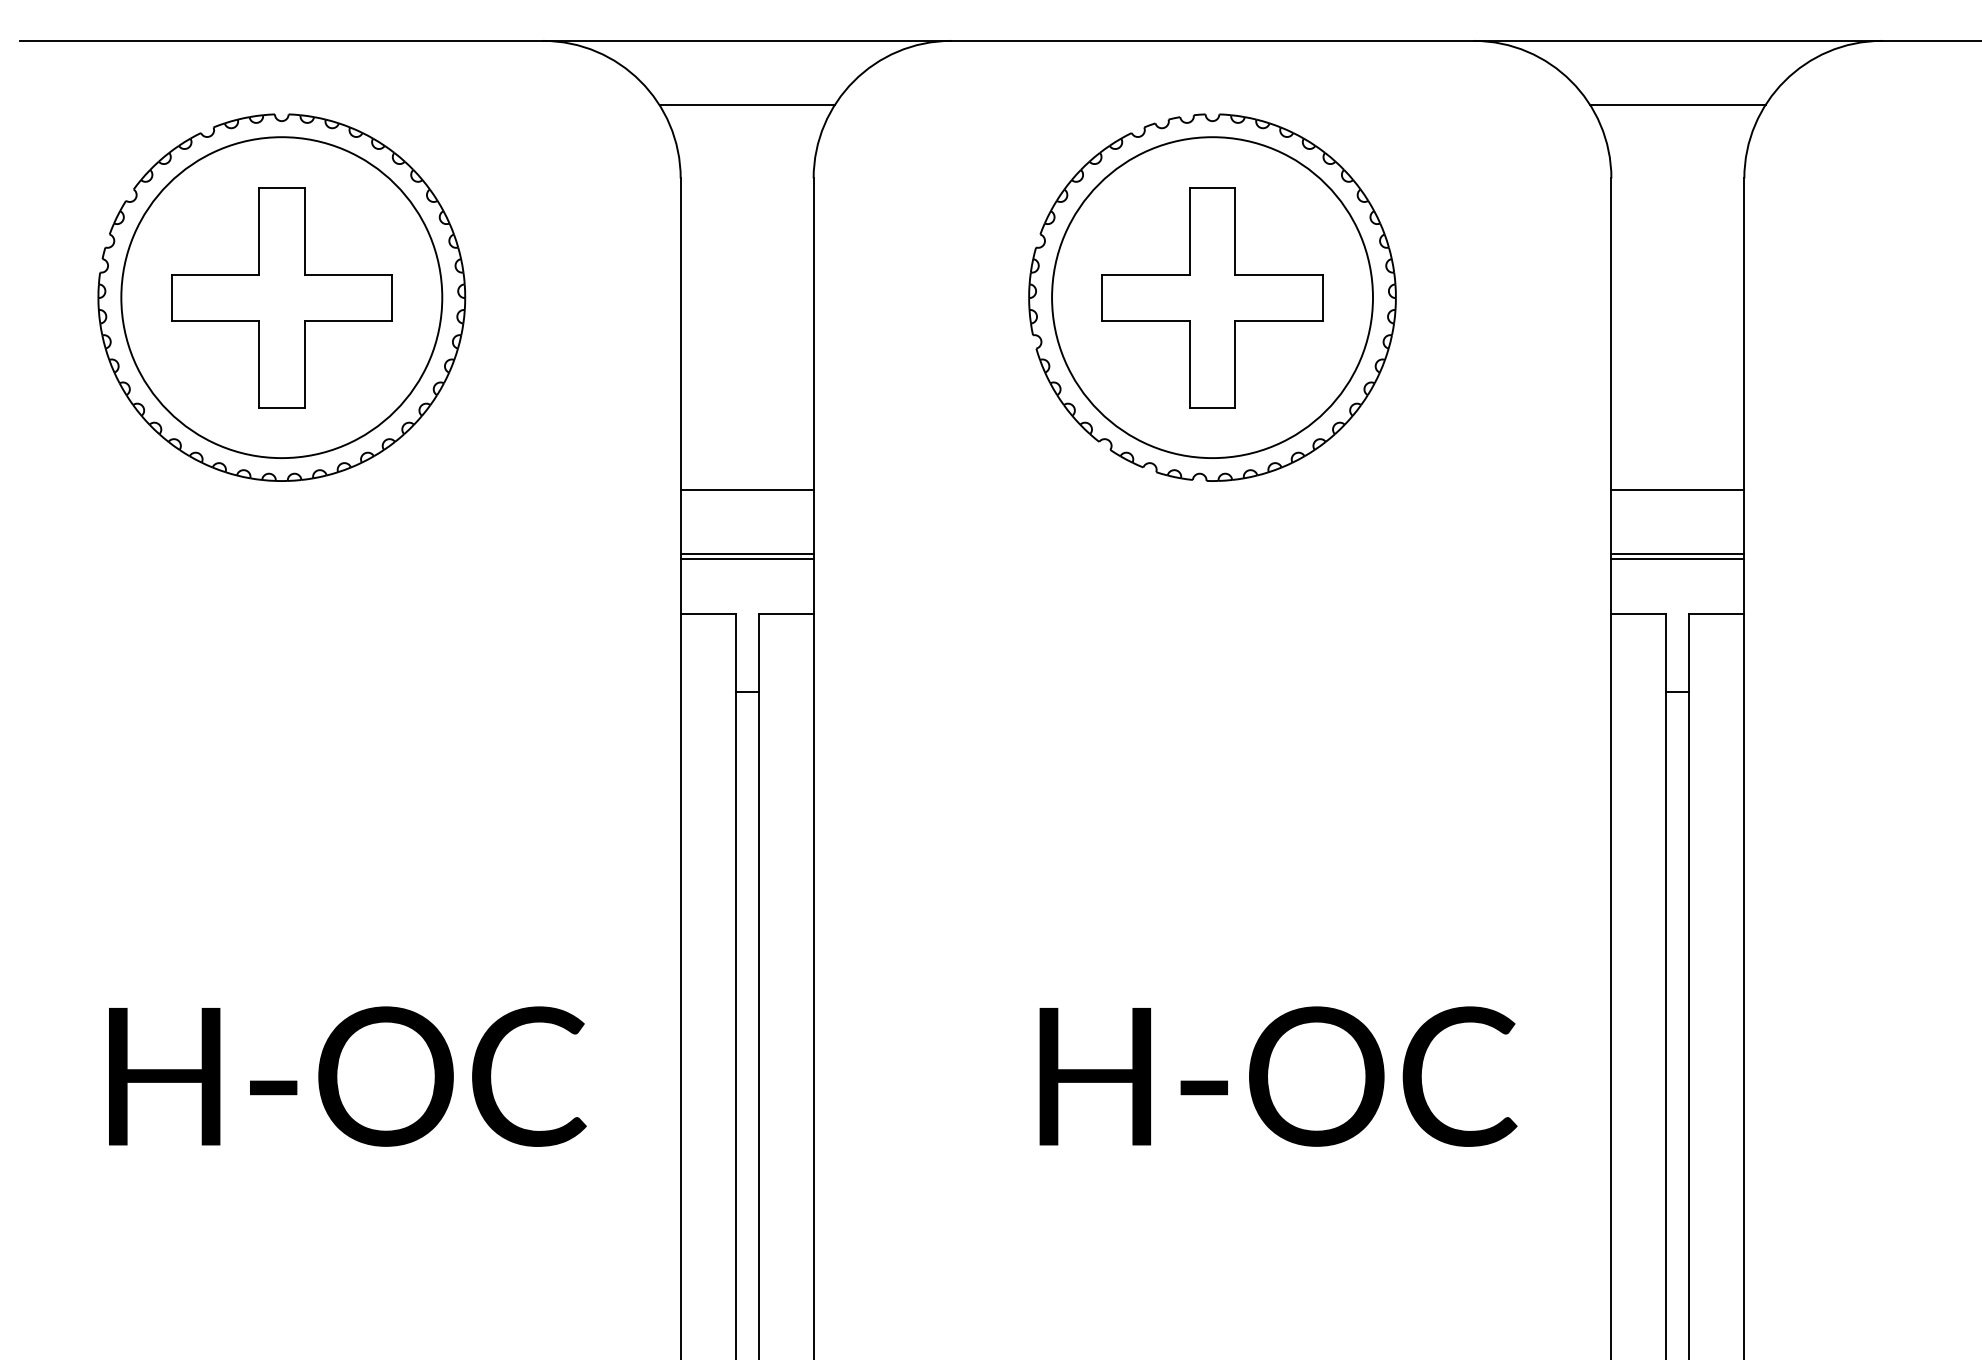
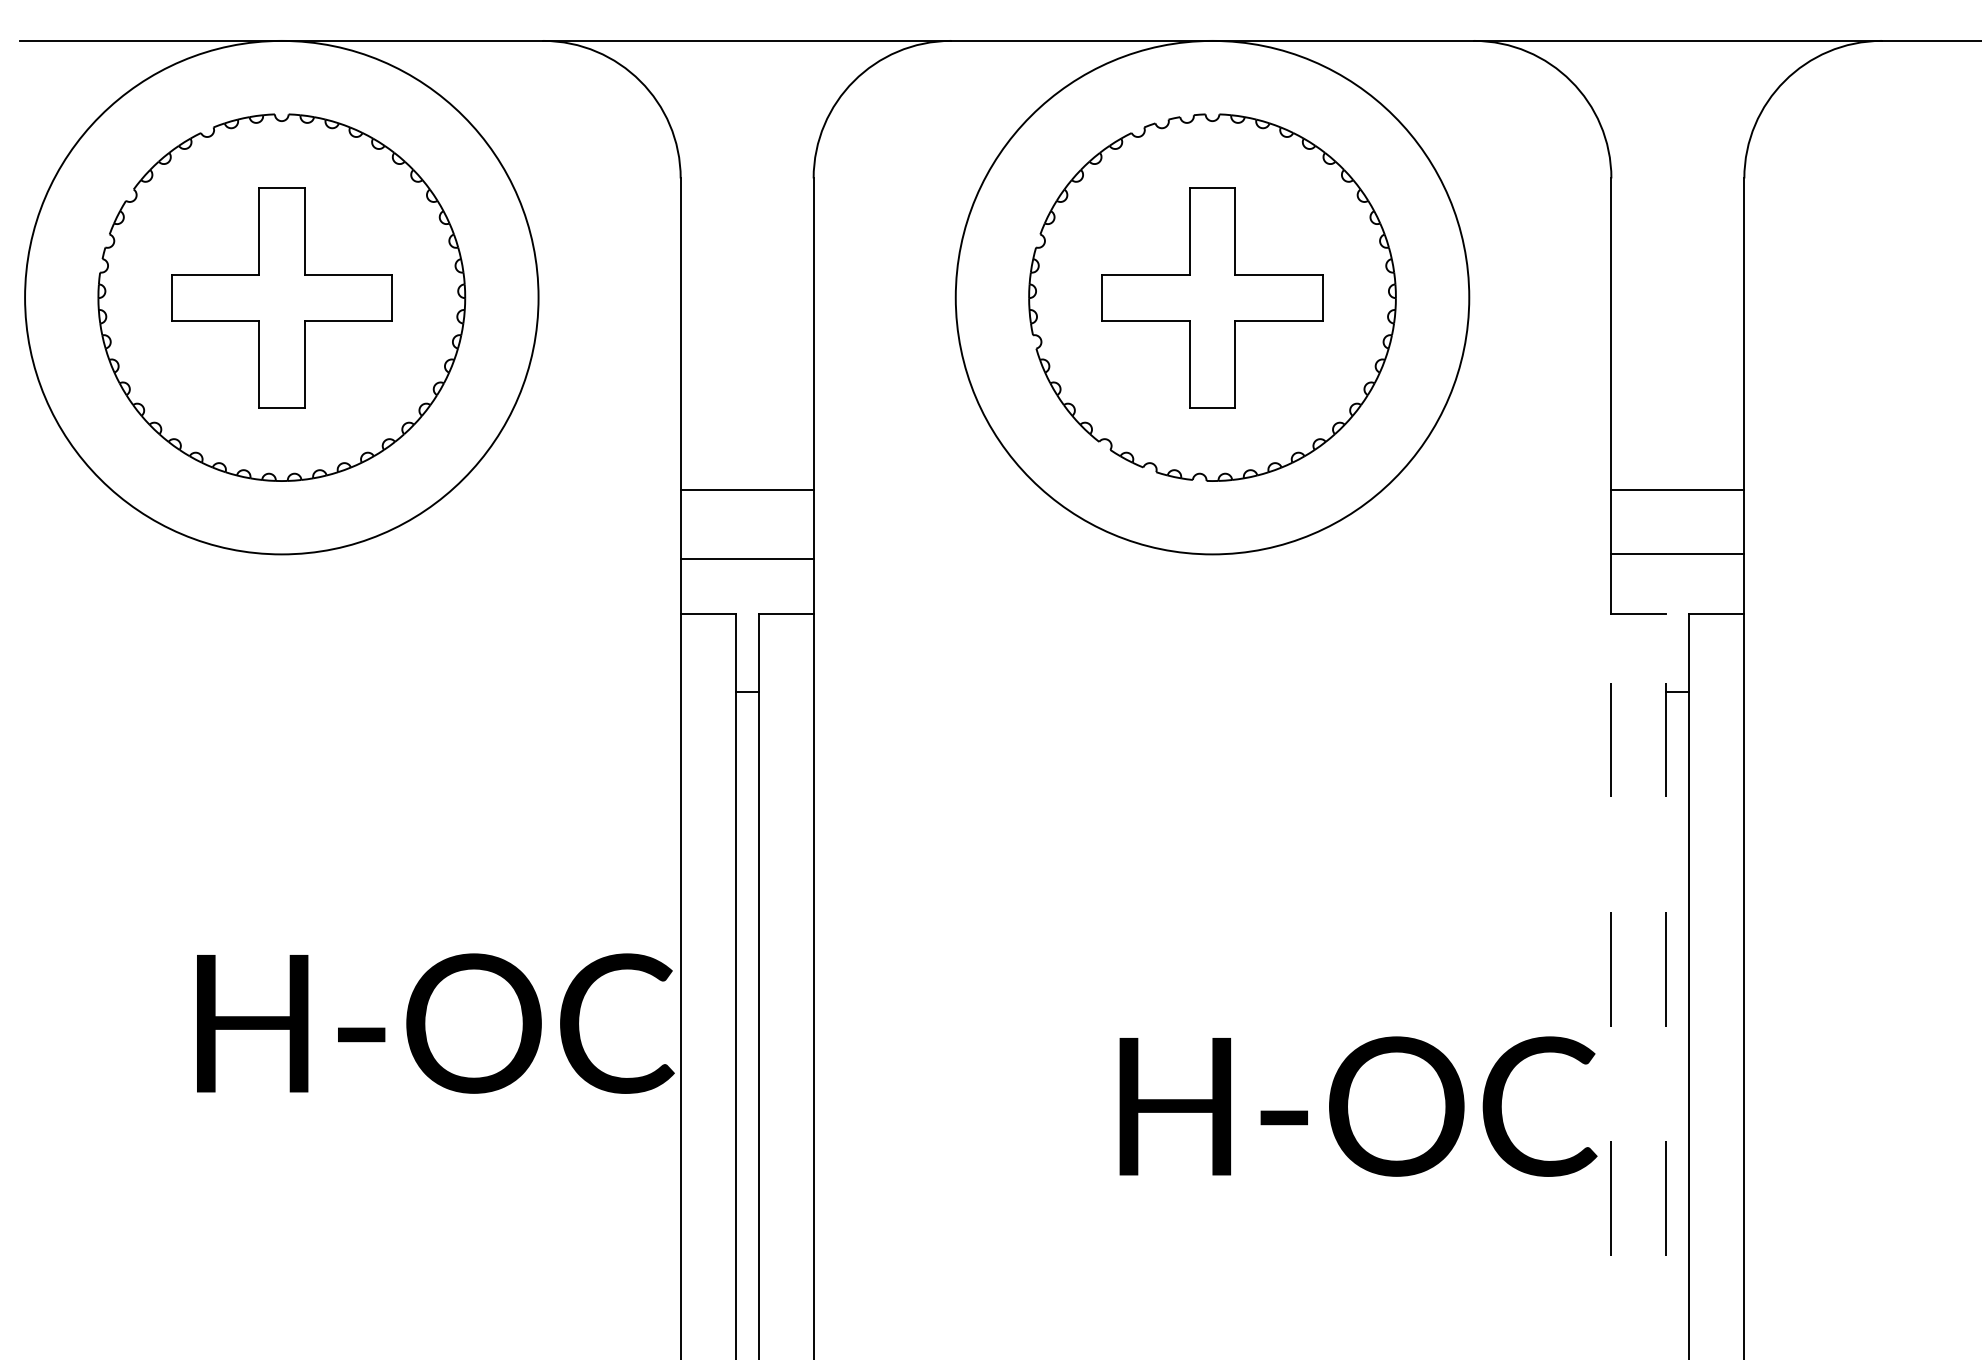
line at (746, 105): present -> none
line at (1677, 105): present -> none
circle at (281, 297) diameter: 321 px -> 513 px
circle at (1212, 297) diameter: 321 px -> 513 px
line at (746, 554): present -> none
line at (1677, 558): present -> none
line at (1611, 986): solid -> dashed
line at (1666, 986): solid -> dashed
text at (347, 1076) position: (347, 1076) -> (435, 1023)
text at (1278, 1076) position: (1278, 1076) -> (1358, 1106)
